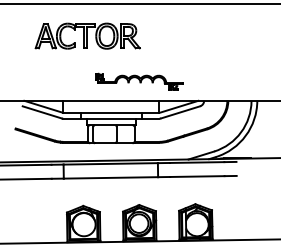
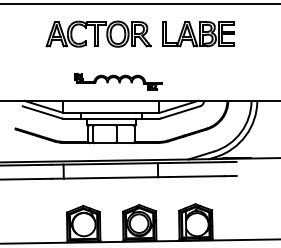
part at (198, 34): none -> present
part at (87, 35) position: (87, 35) -> (98, 33)
part at (139, 81) position: (139, 81) -> (118, 81)
